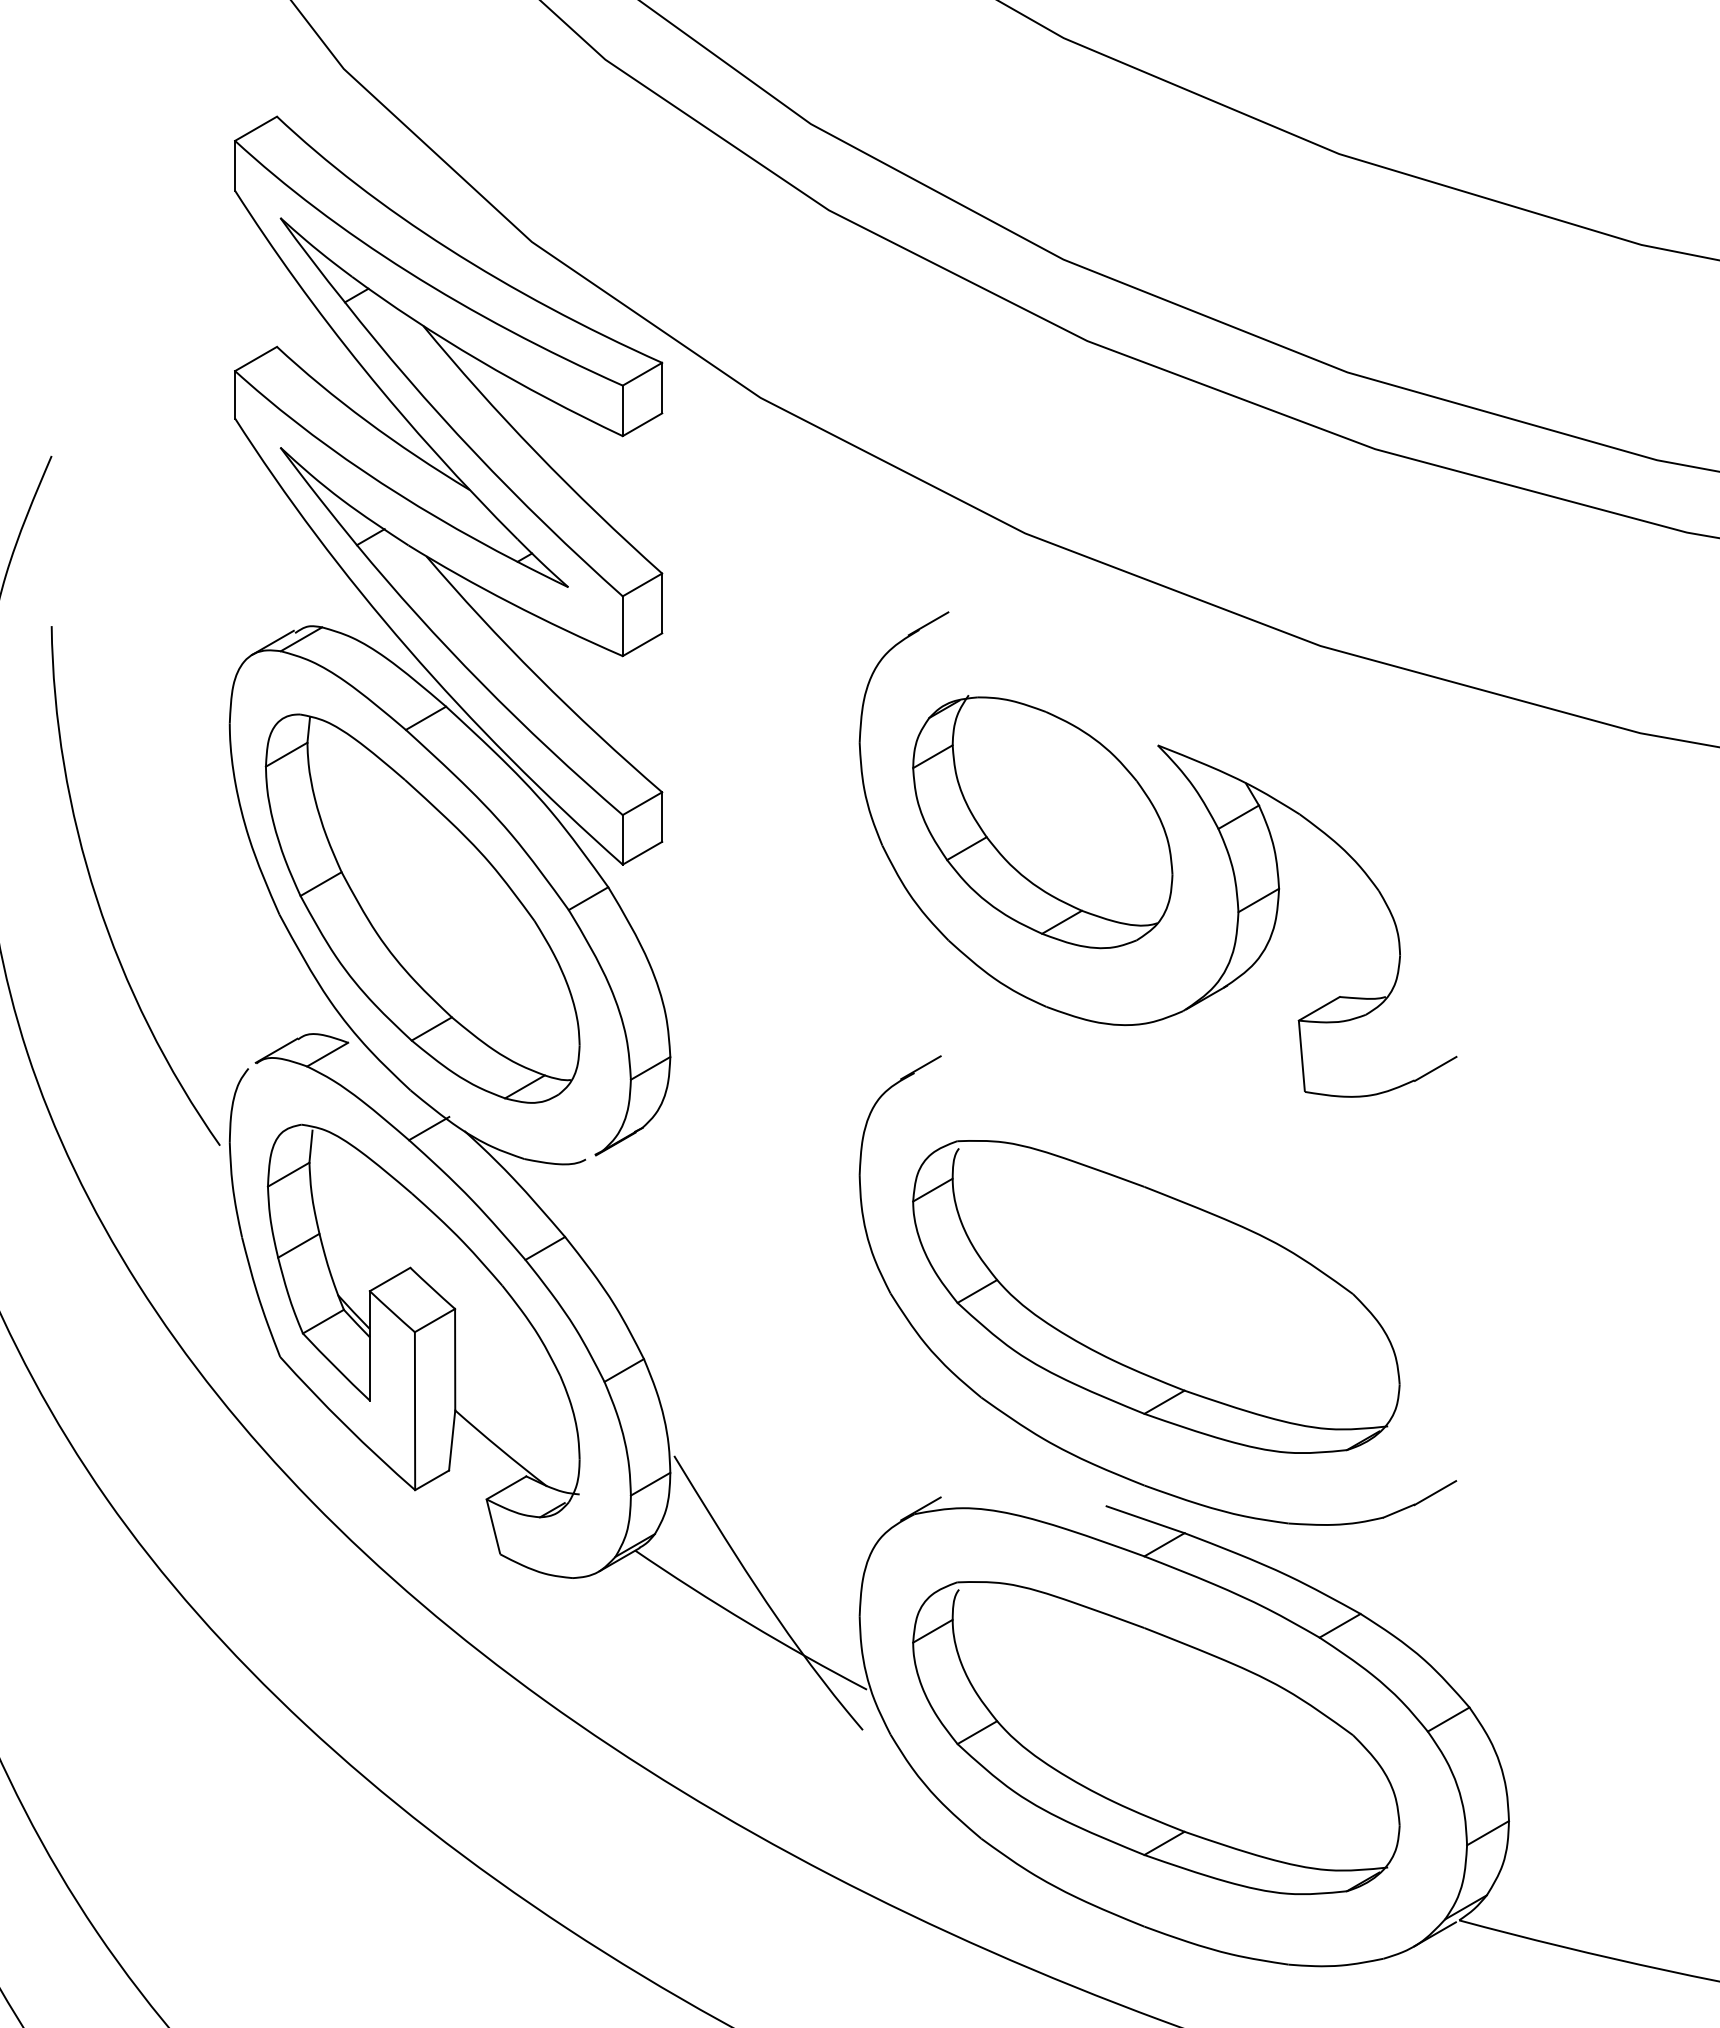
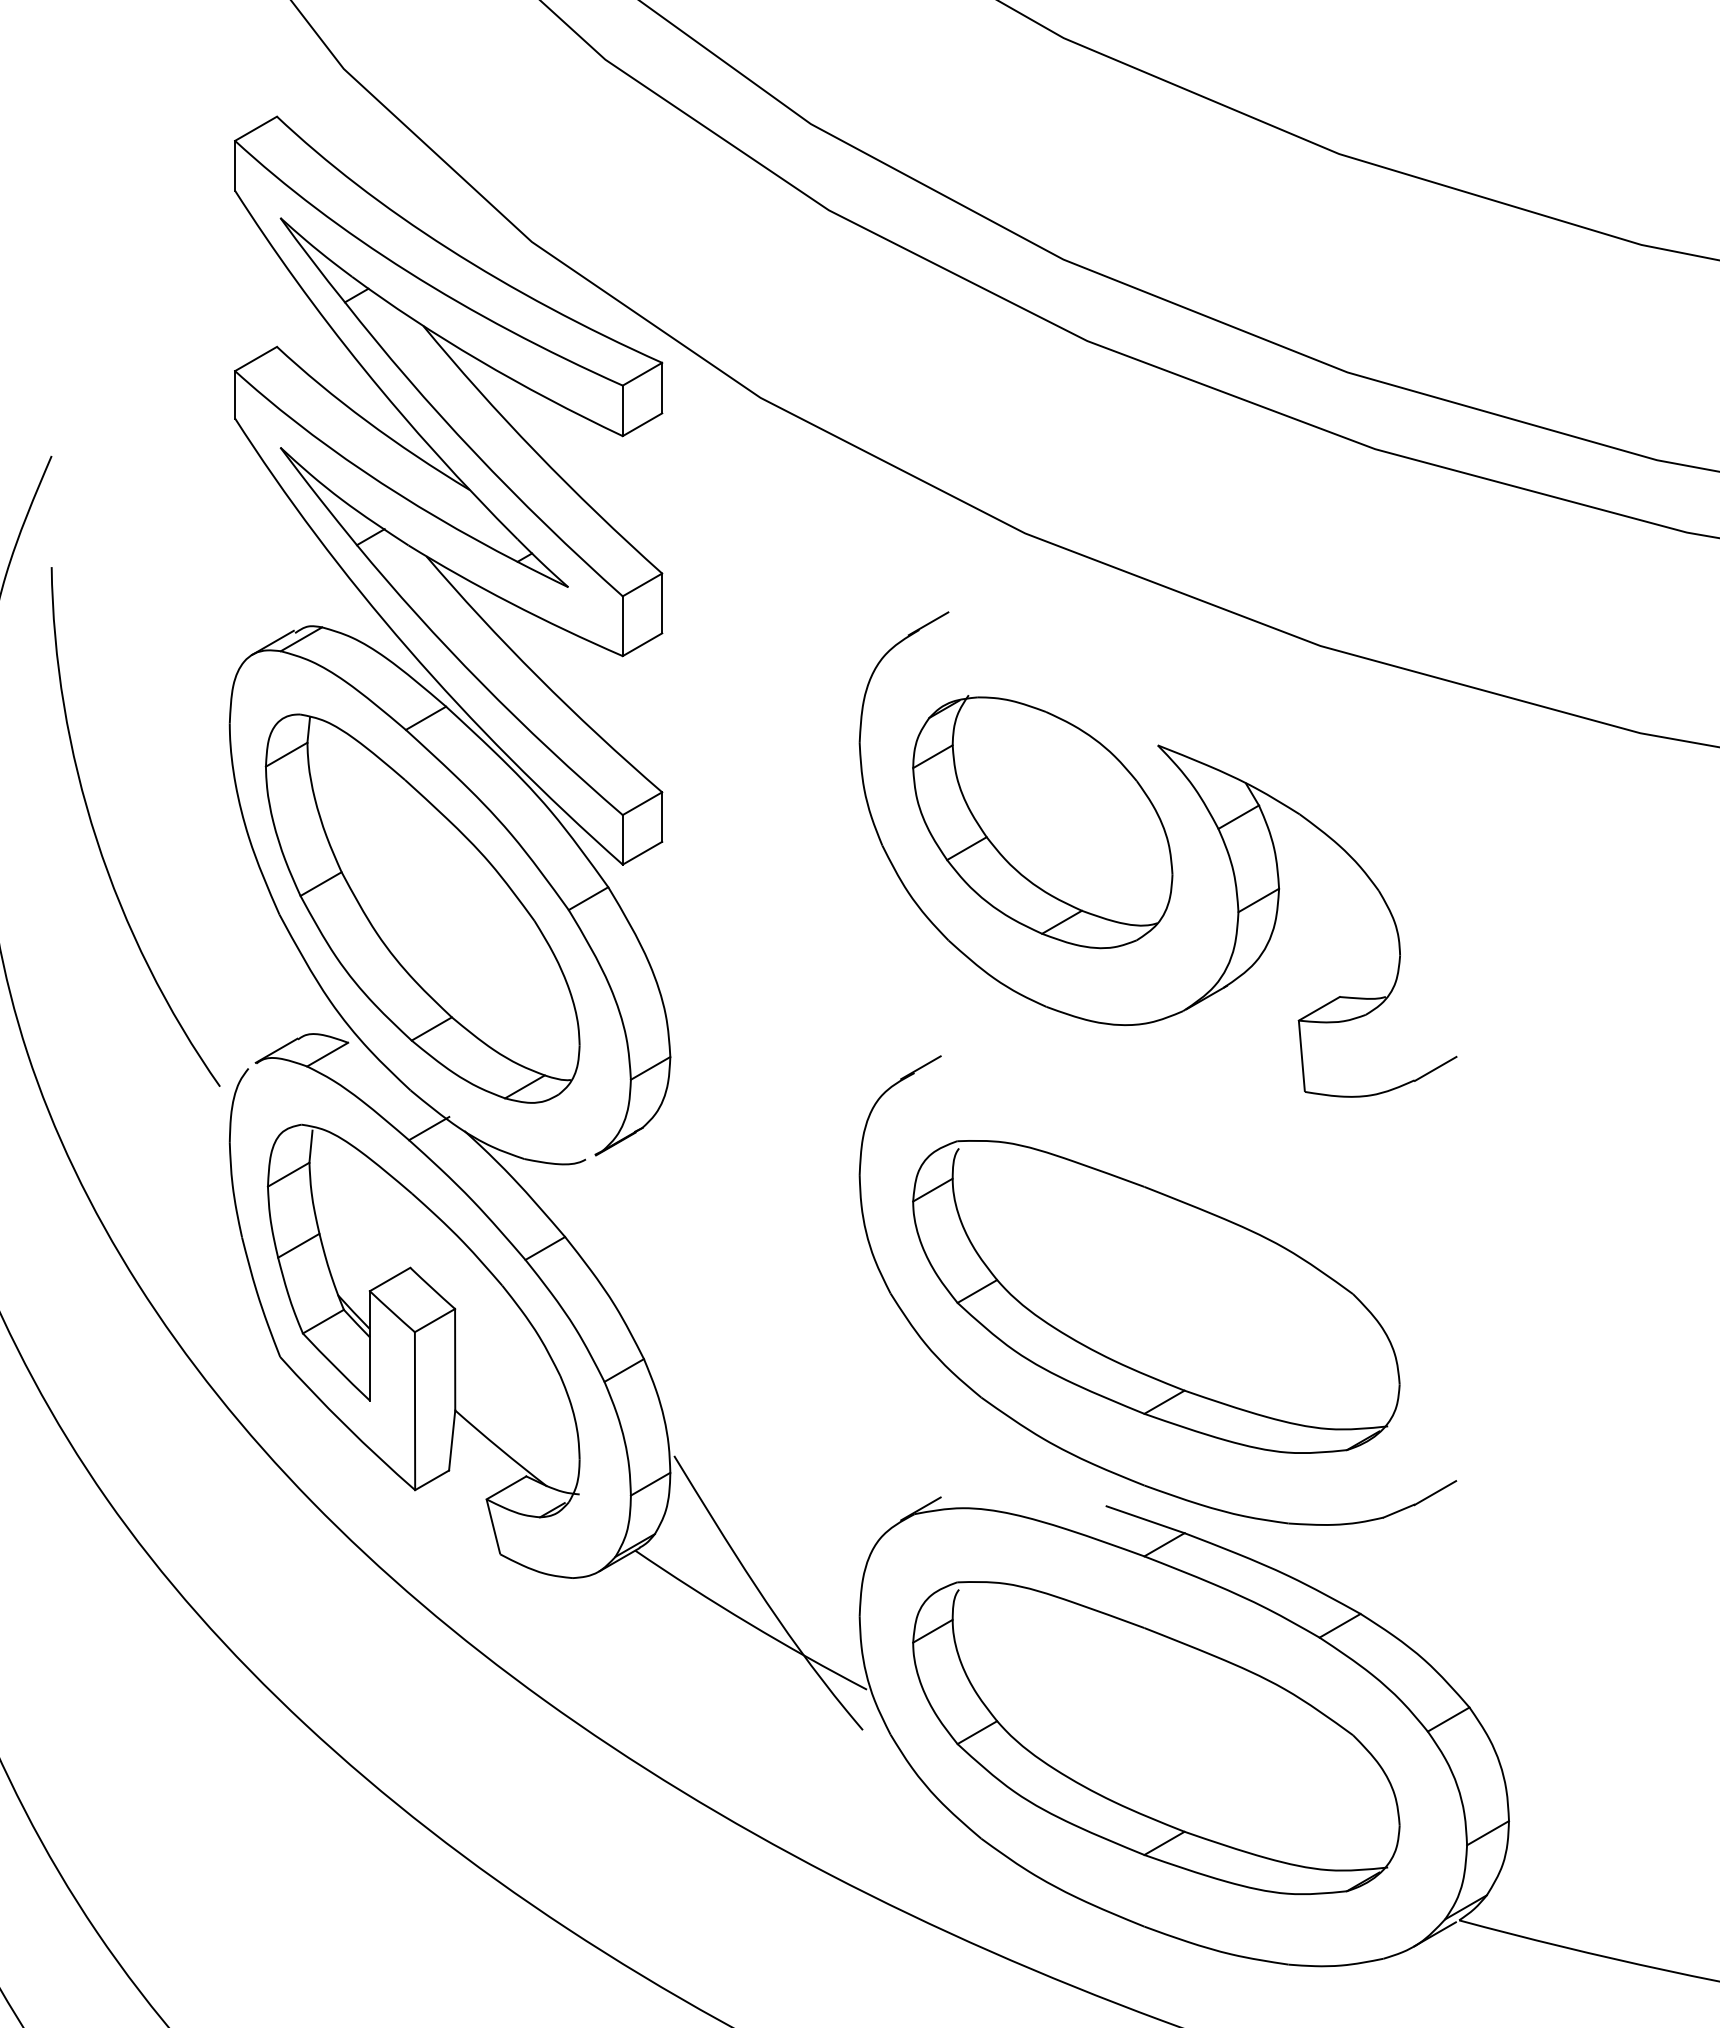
arc at (97, 896) position: (97, 896) -> (97, 837)
